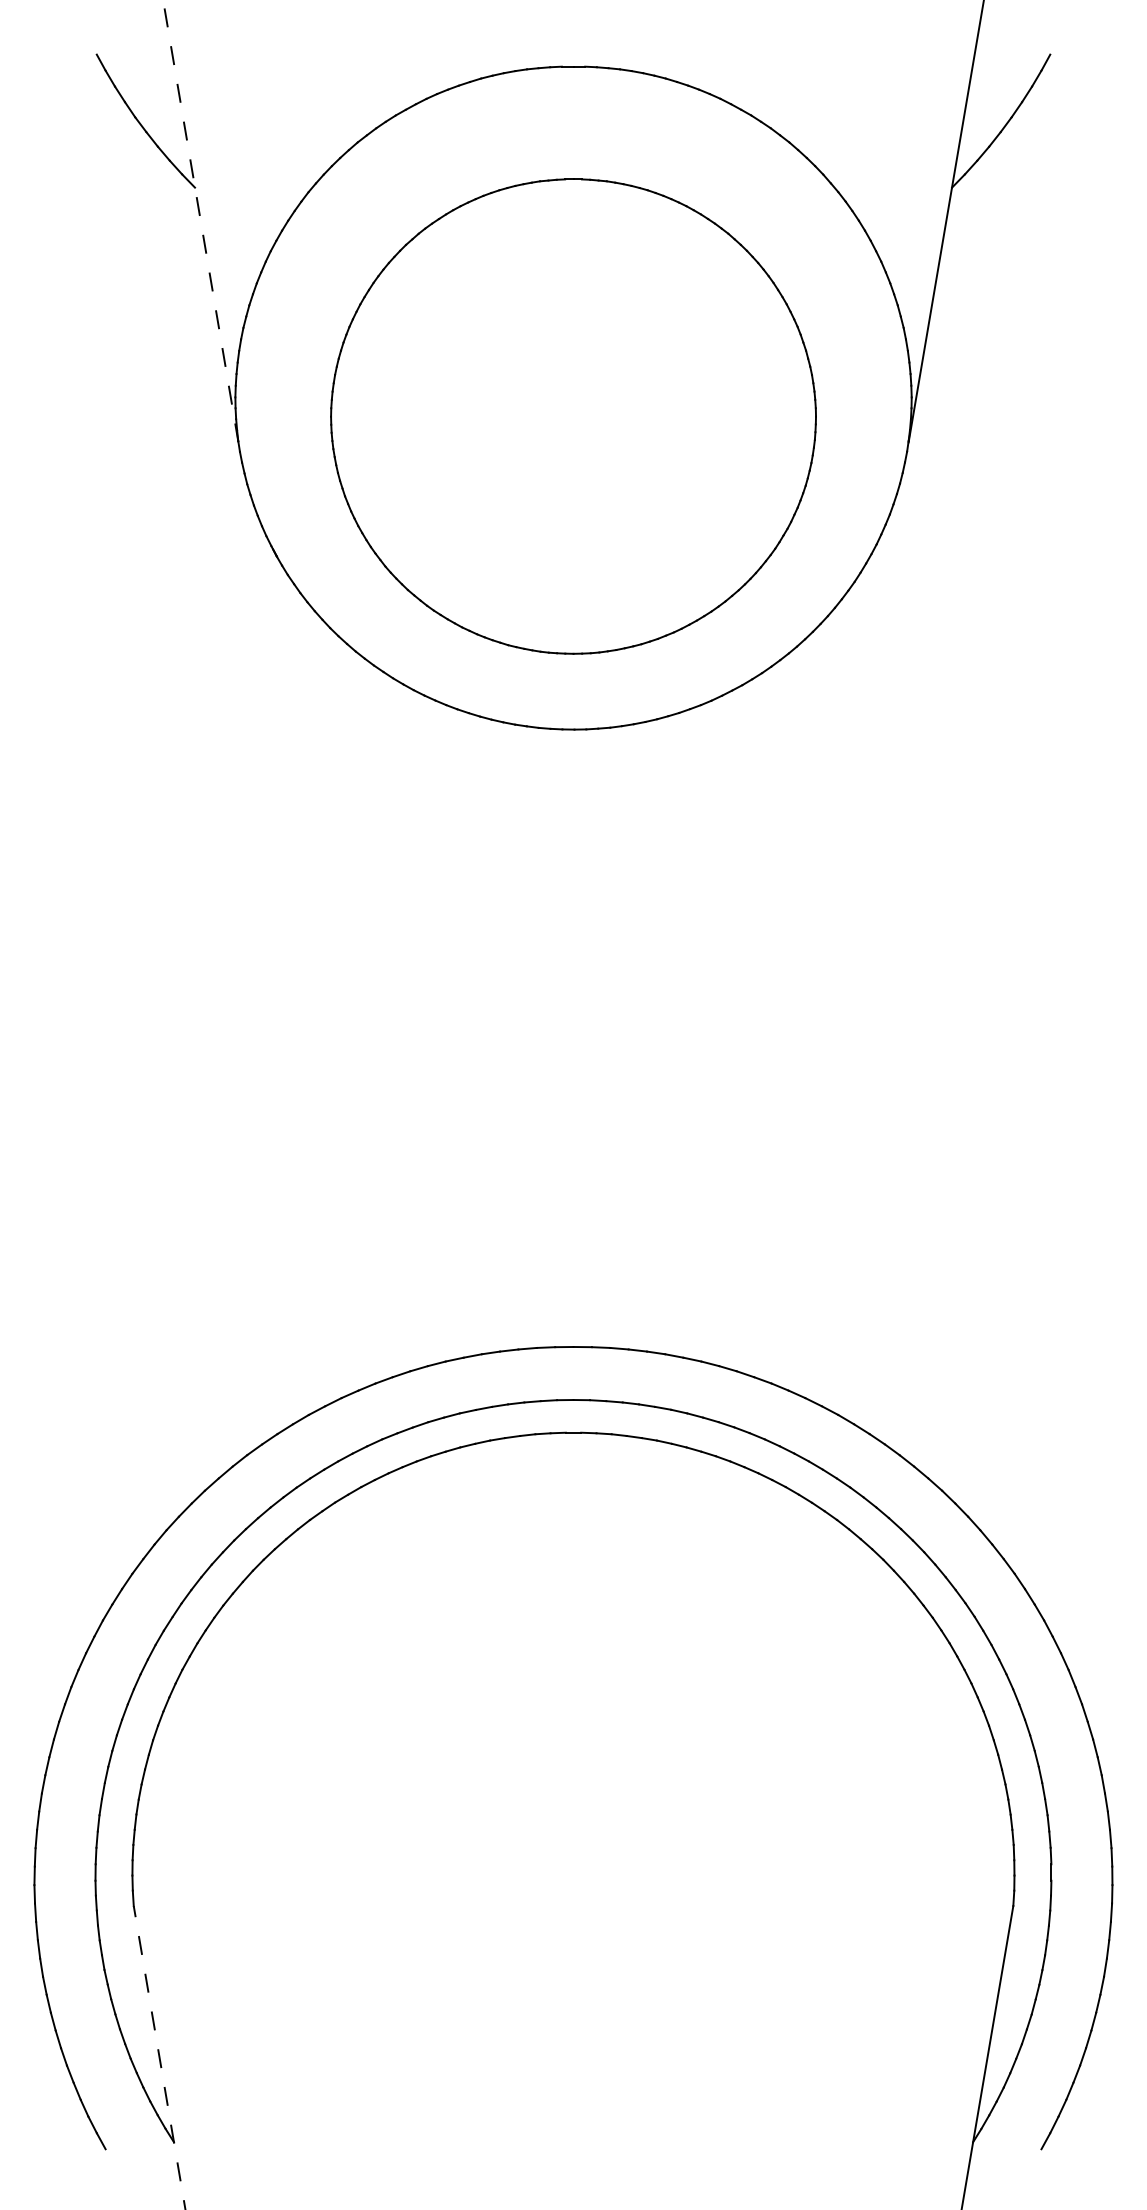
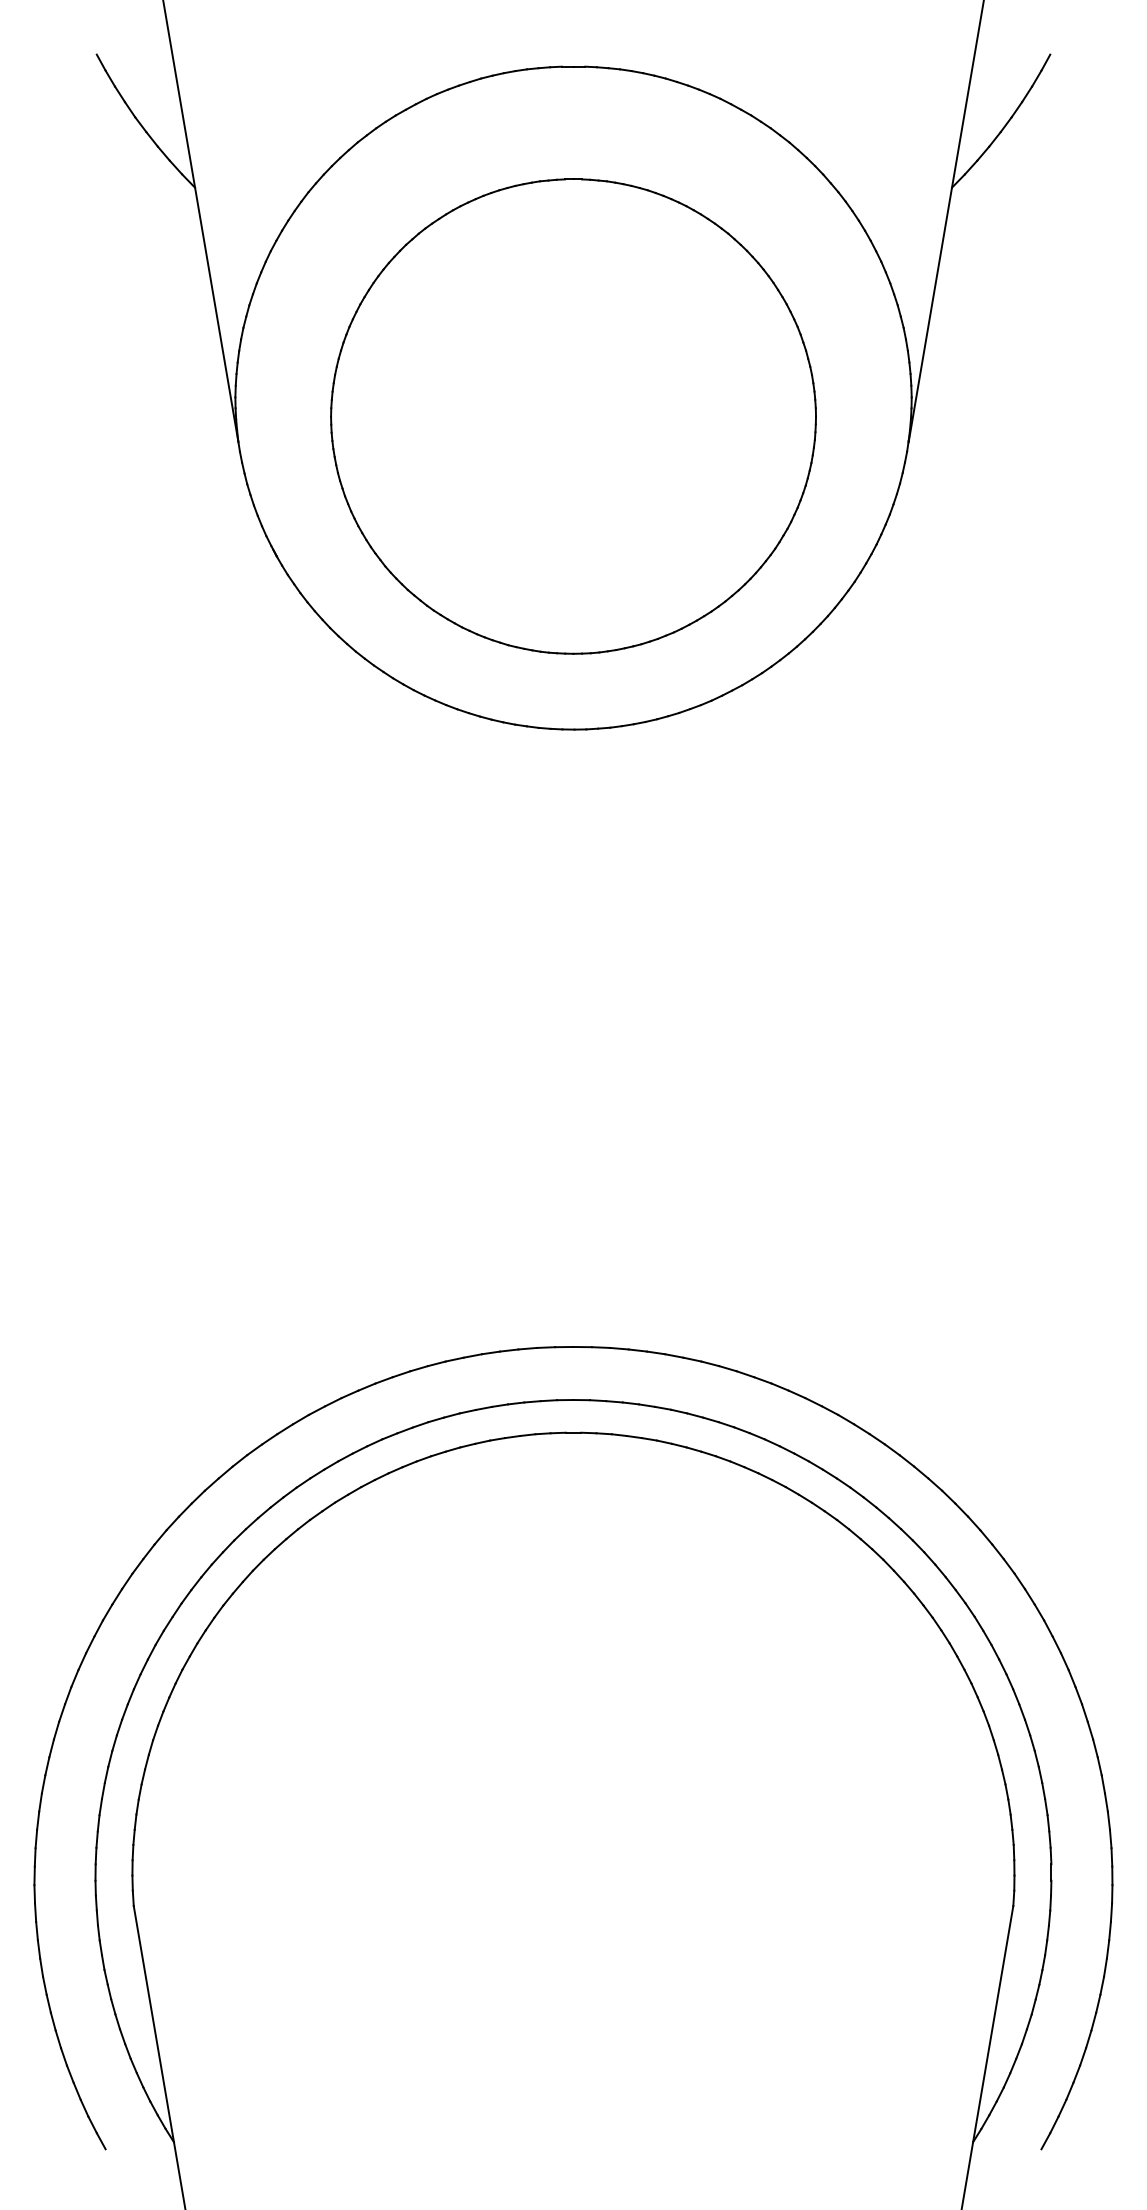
line at (200, 221): dashed -> solid
line at (159, 2057): dashed -> solid
